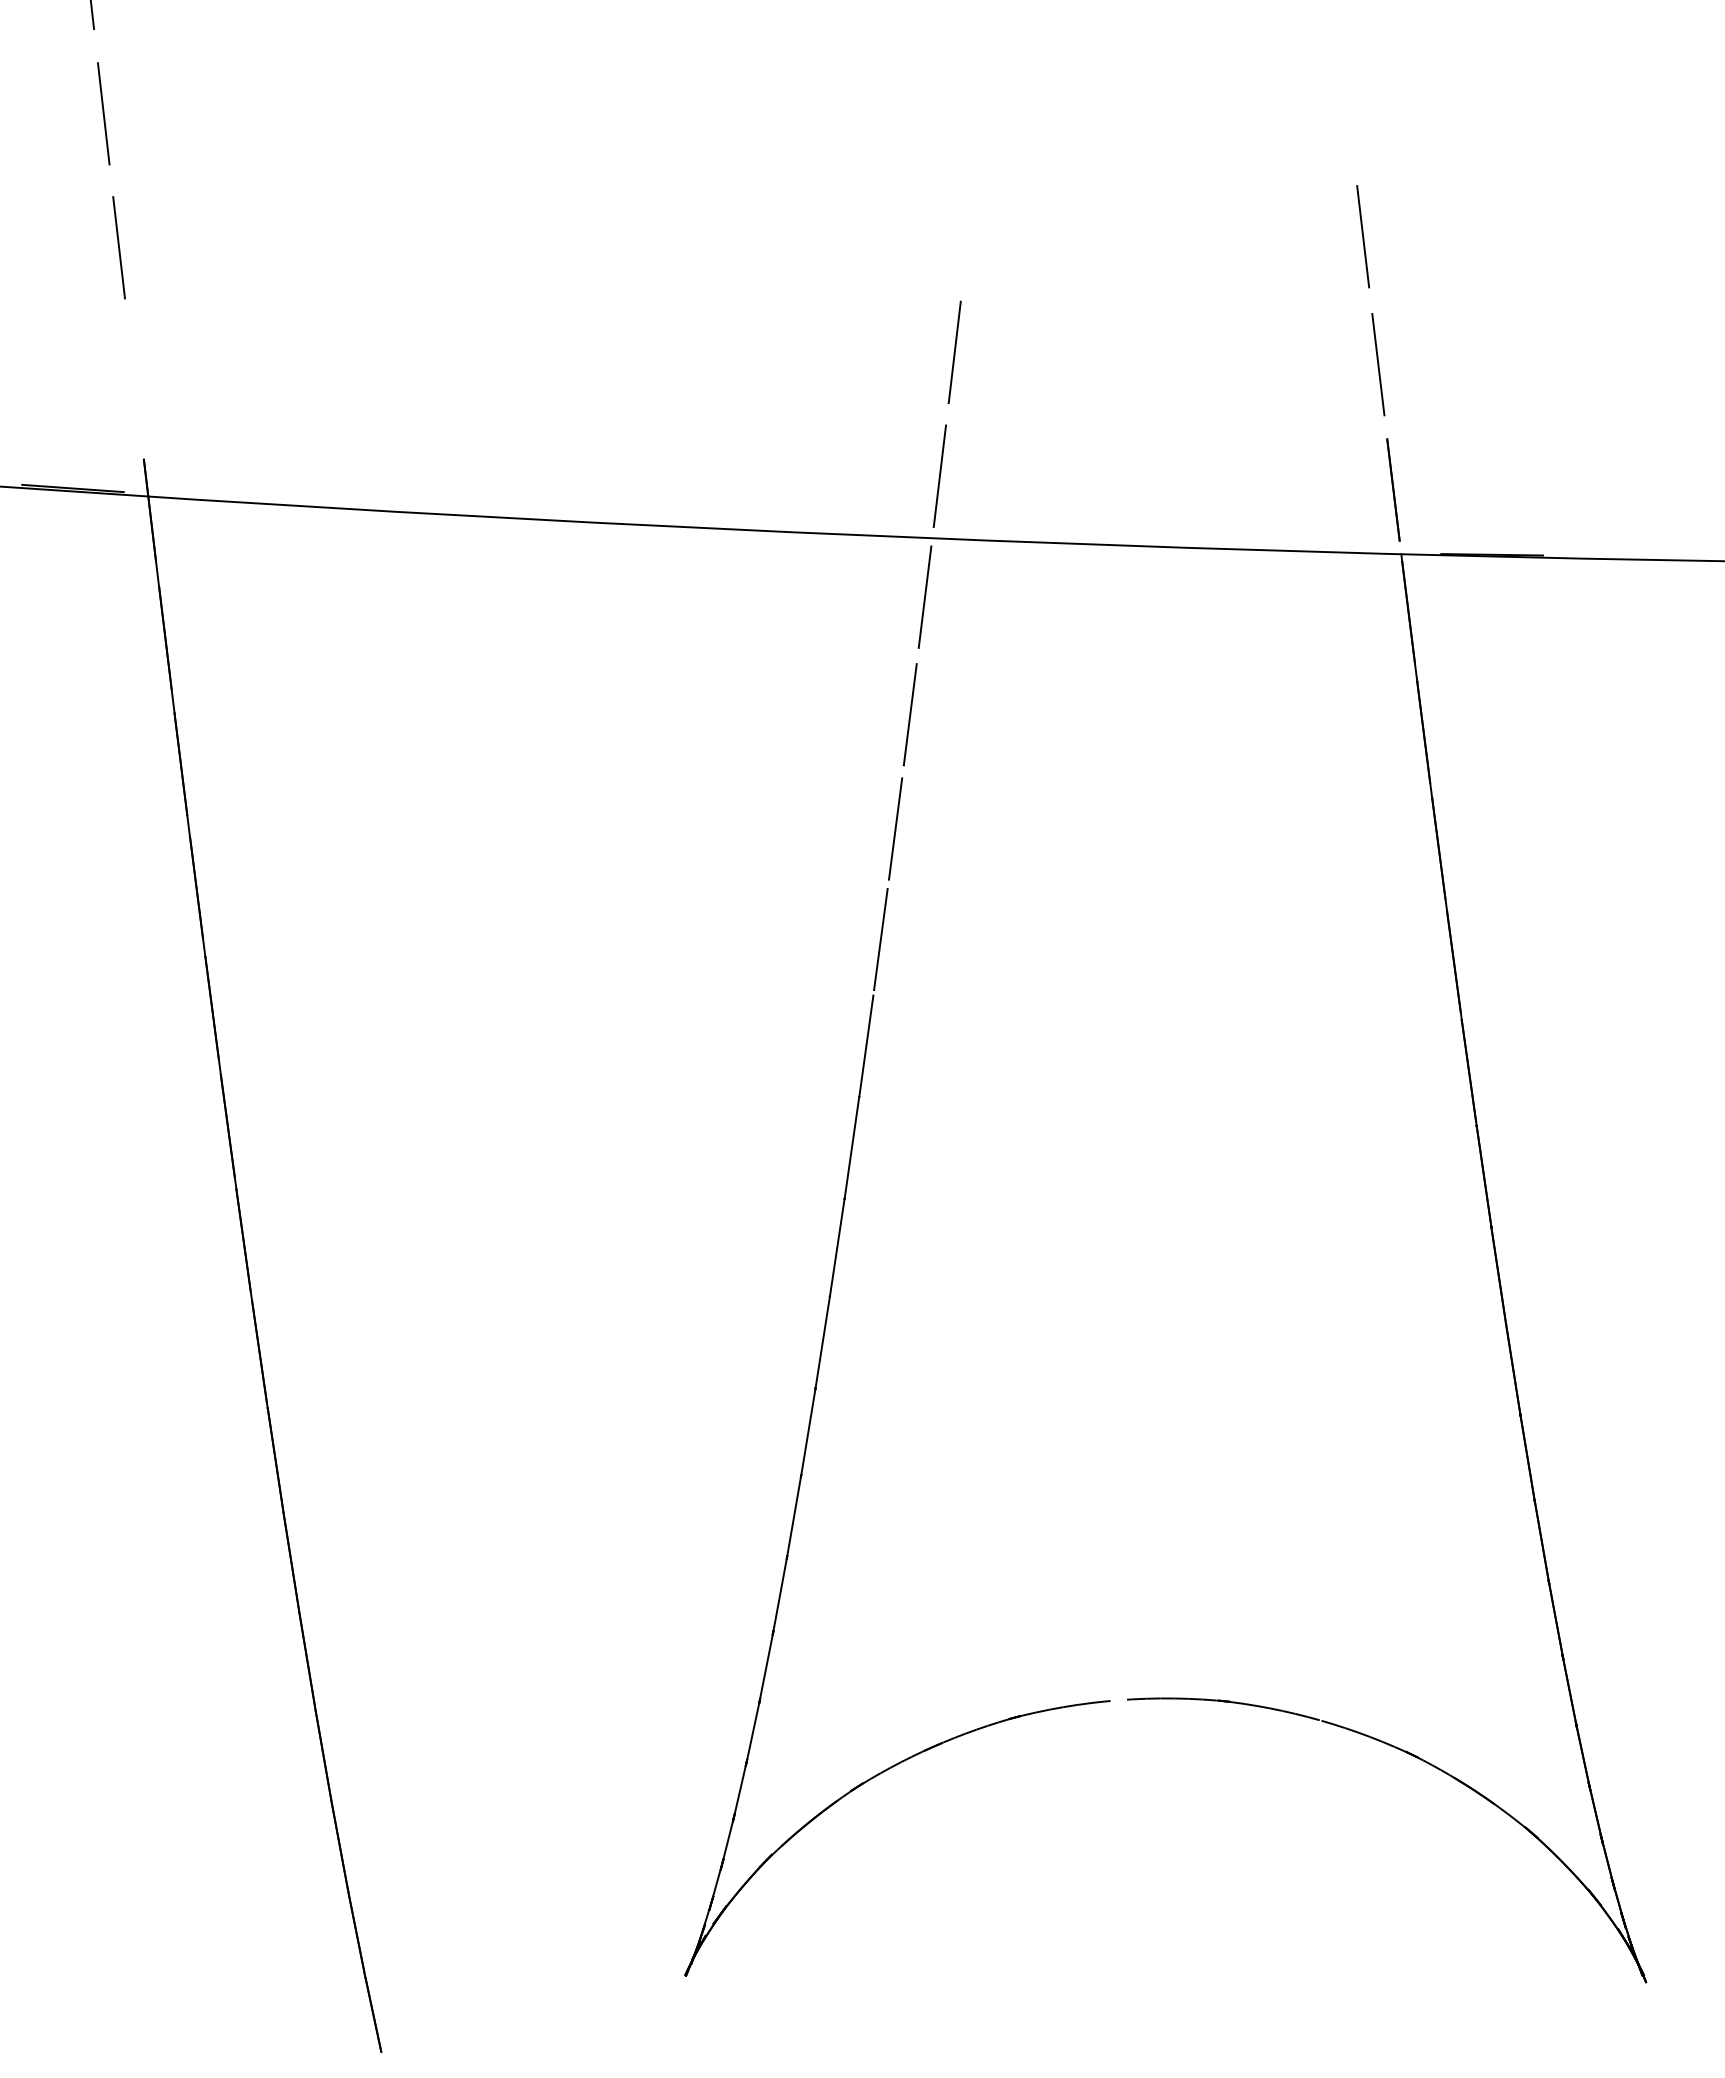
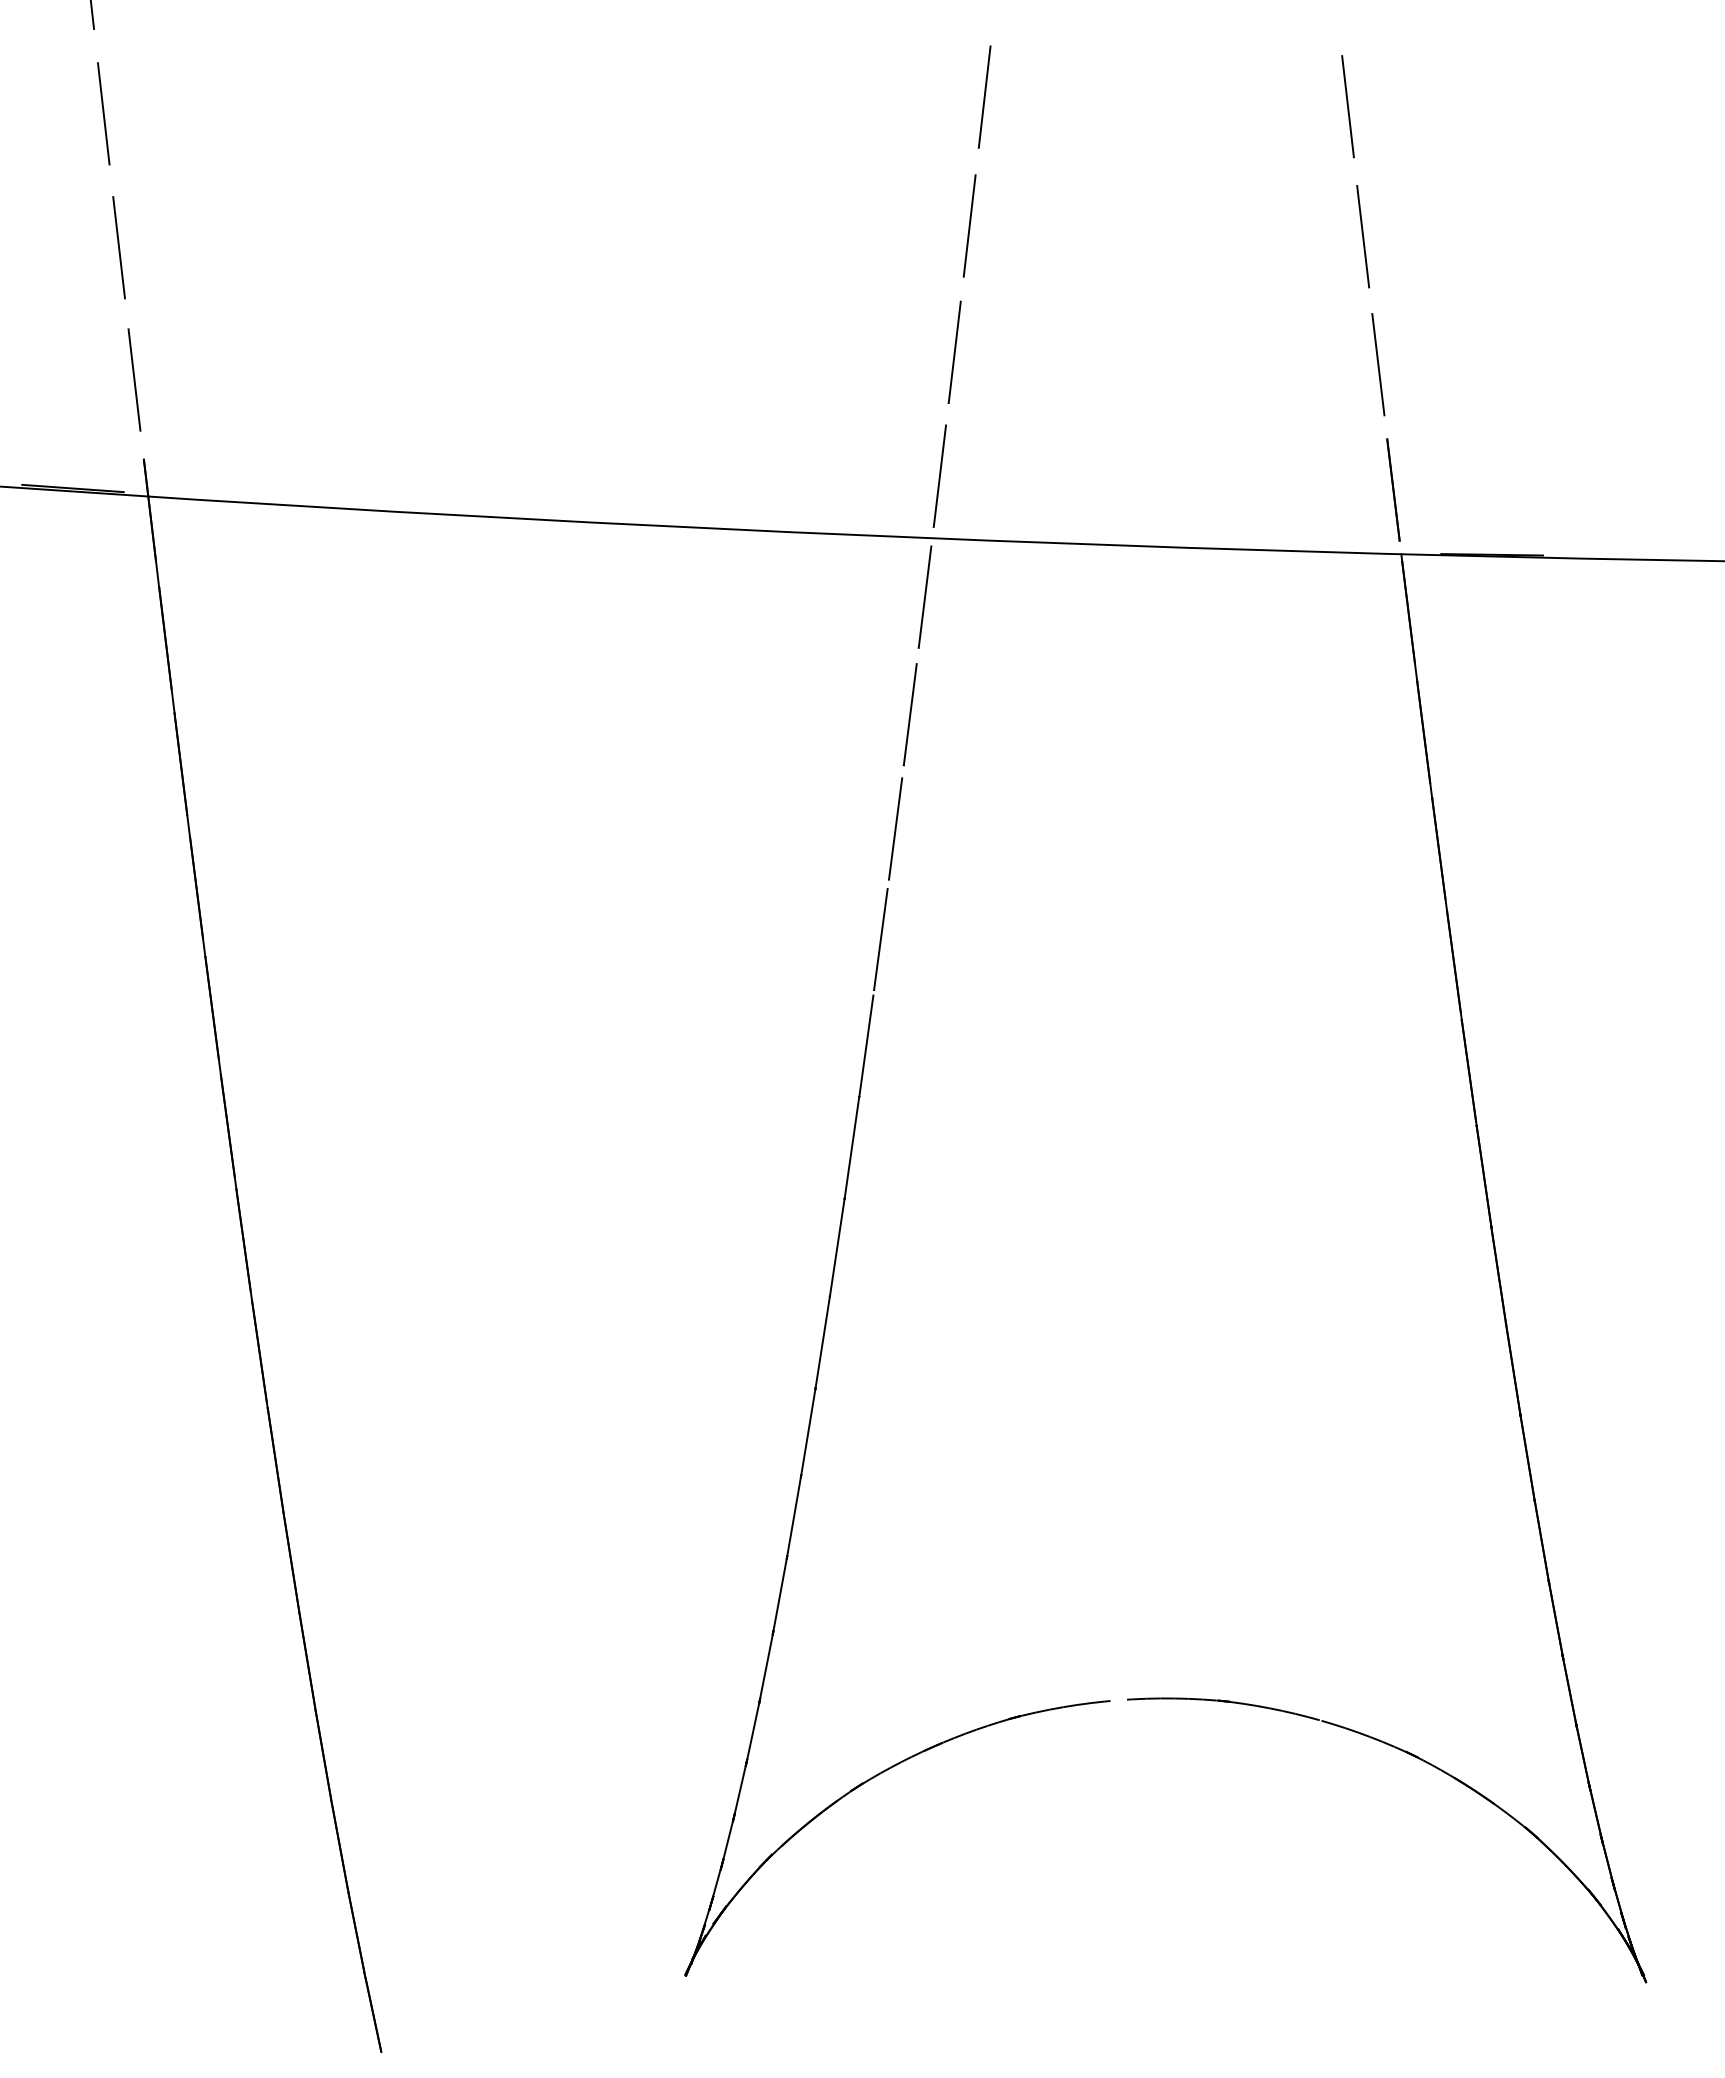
line at (984, 96): none -> present
line at (1347, 106): none -> present
line at (969, 225): none -> present
line at (134, 379): none -> present
